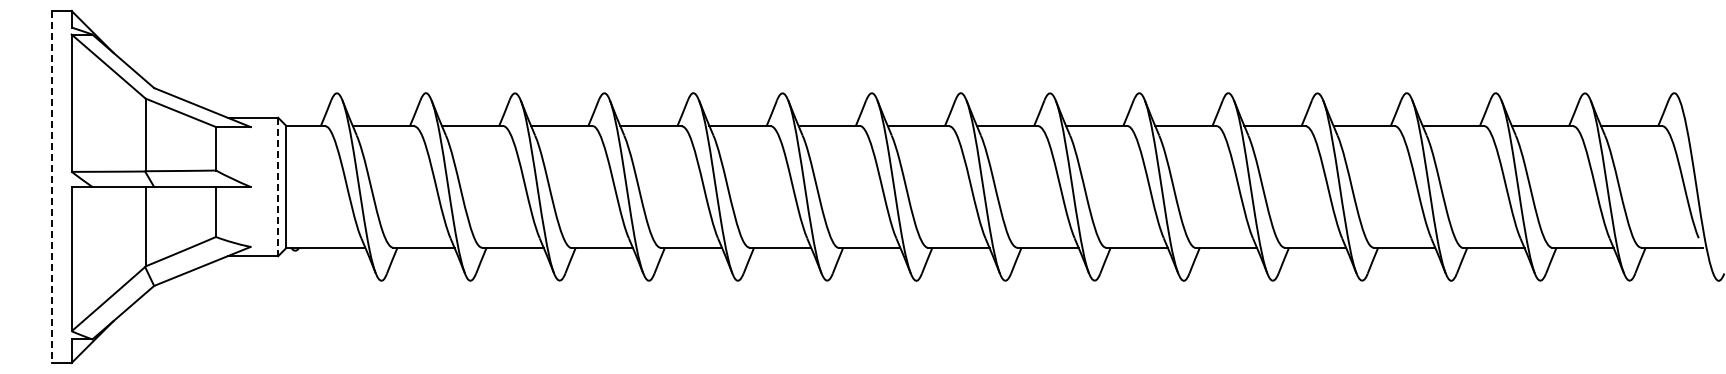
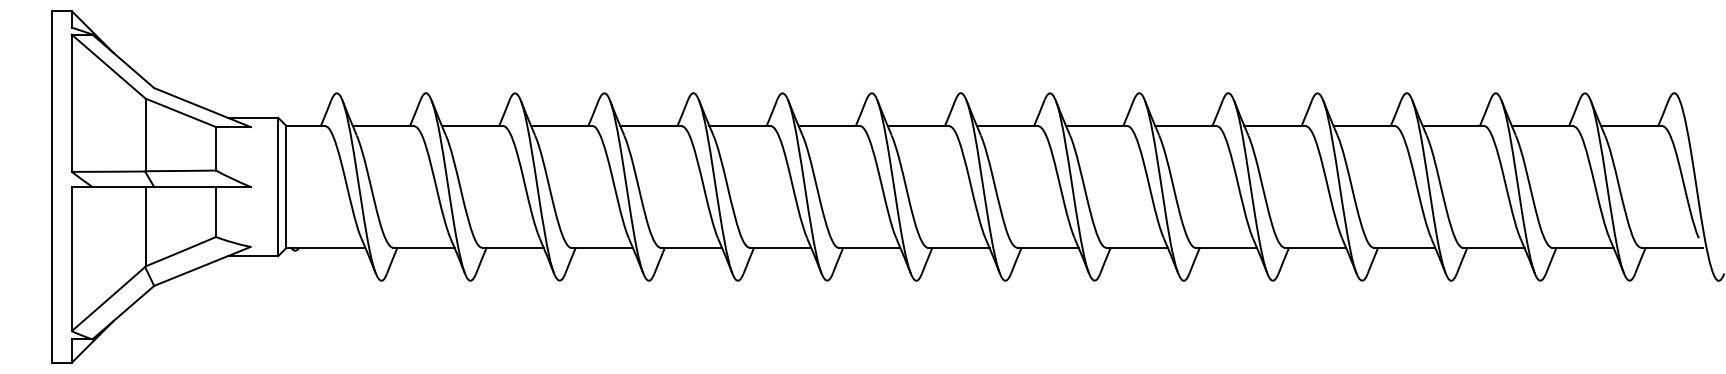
line at (51, 186): dashed -> solid
line at (278, 187): dashed -> solid
